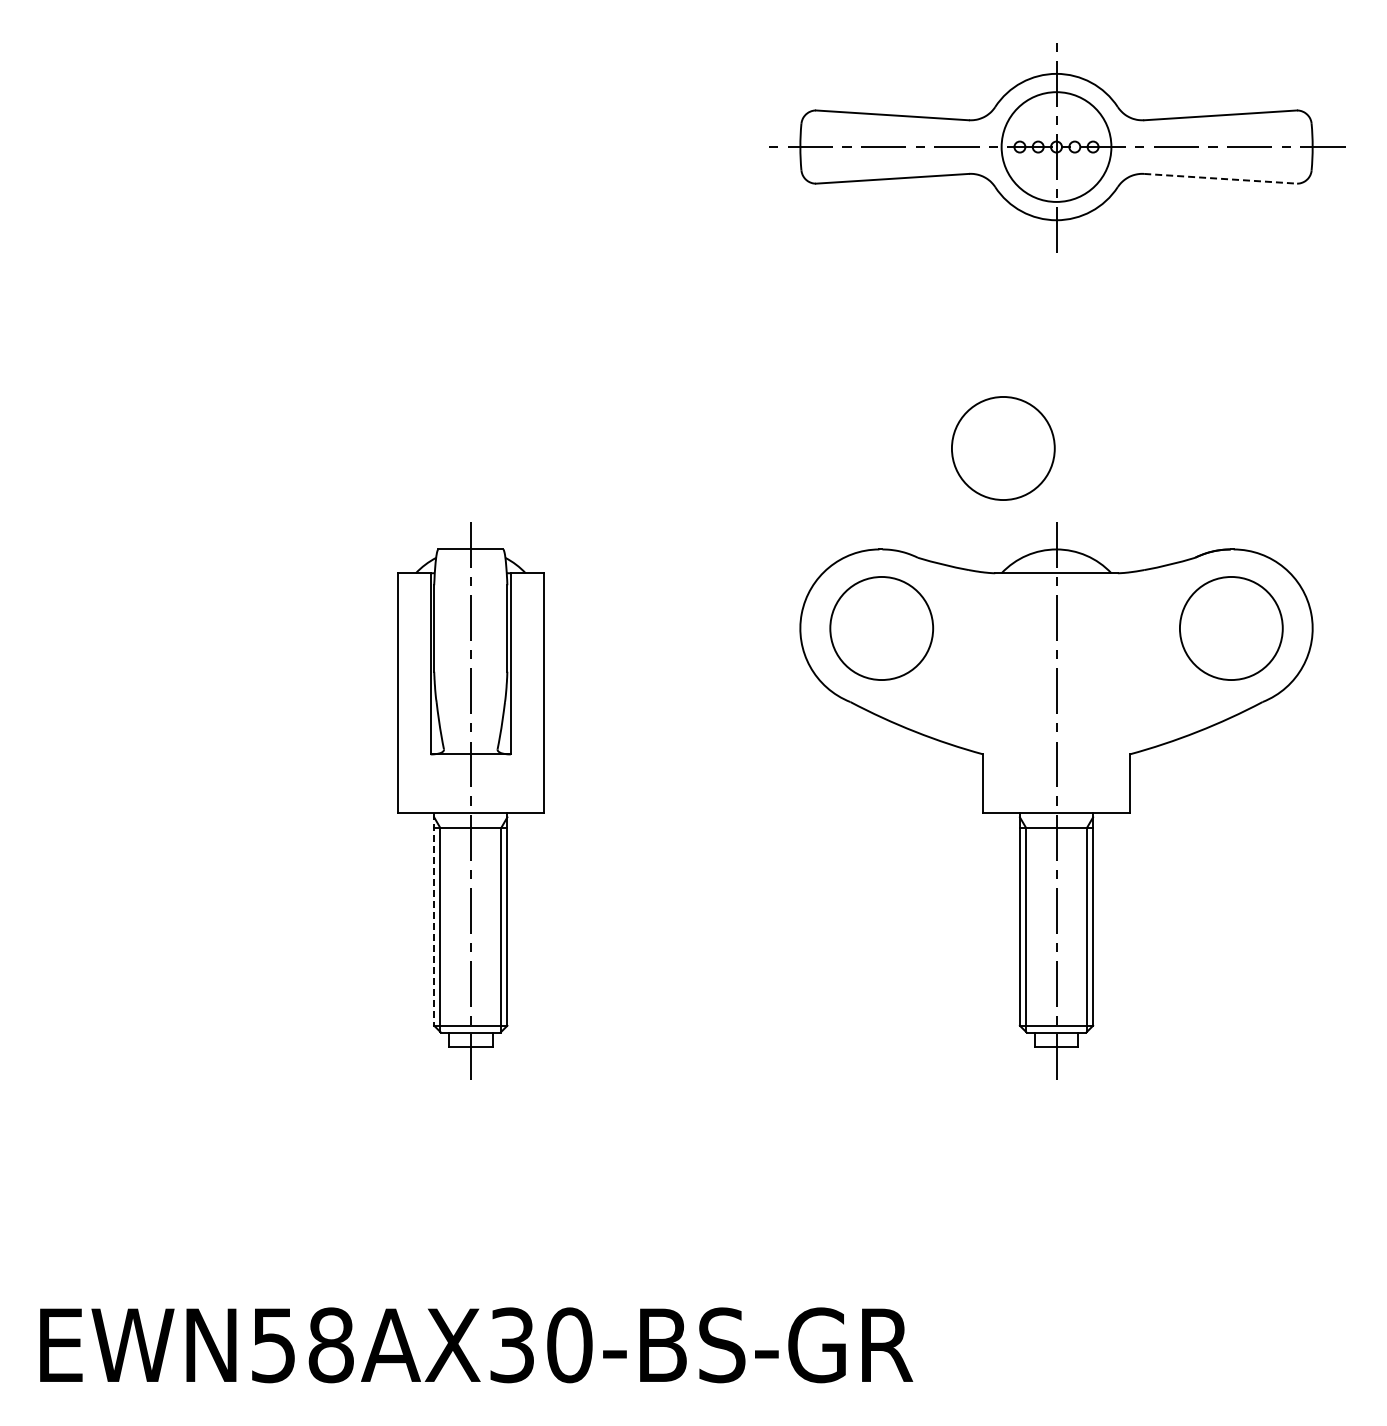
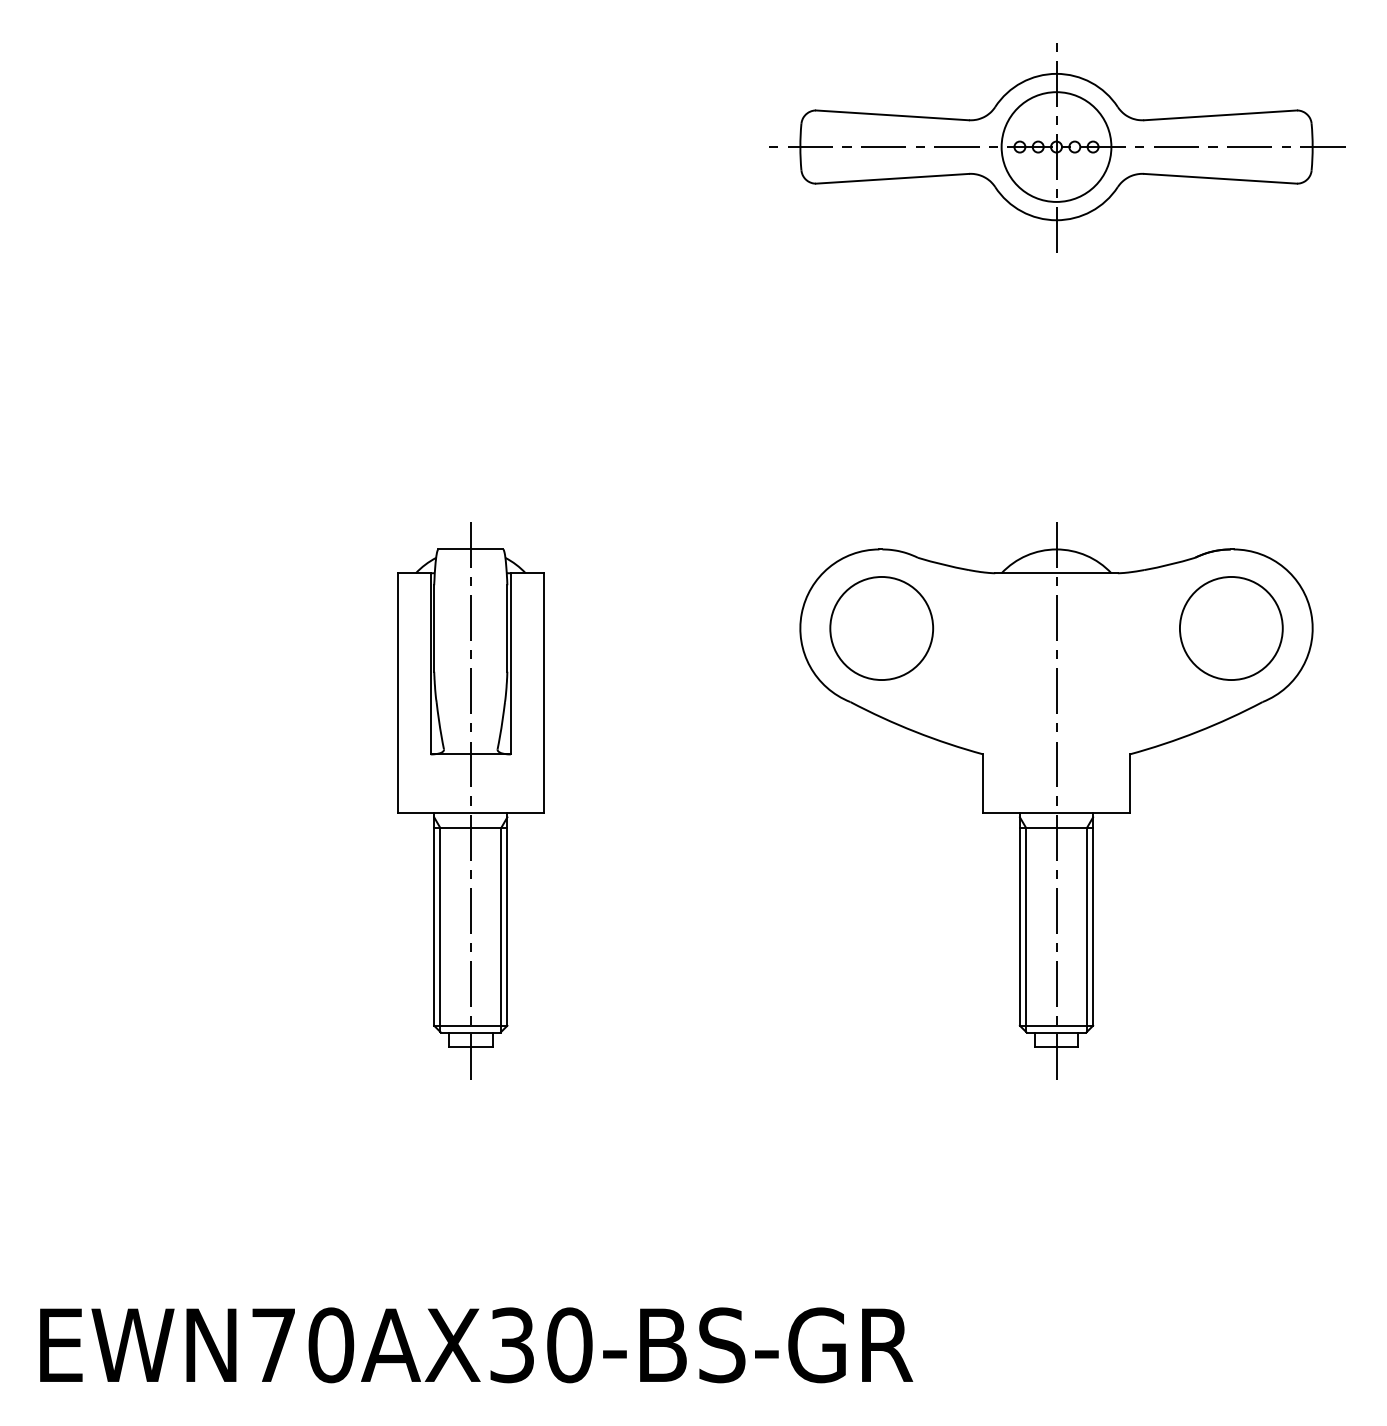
line at (1220, 178): dashed -> solid
part at (1003, 448): present -> none
line at (434, 919): dashed -> solid
text at (303, 1345): EWN58AX30-BS-GR -> EWN70AX30-BS-GR
